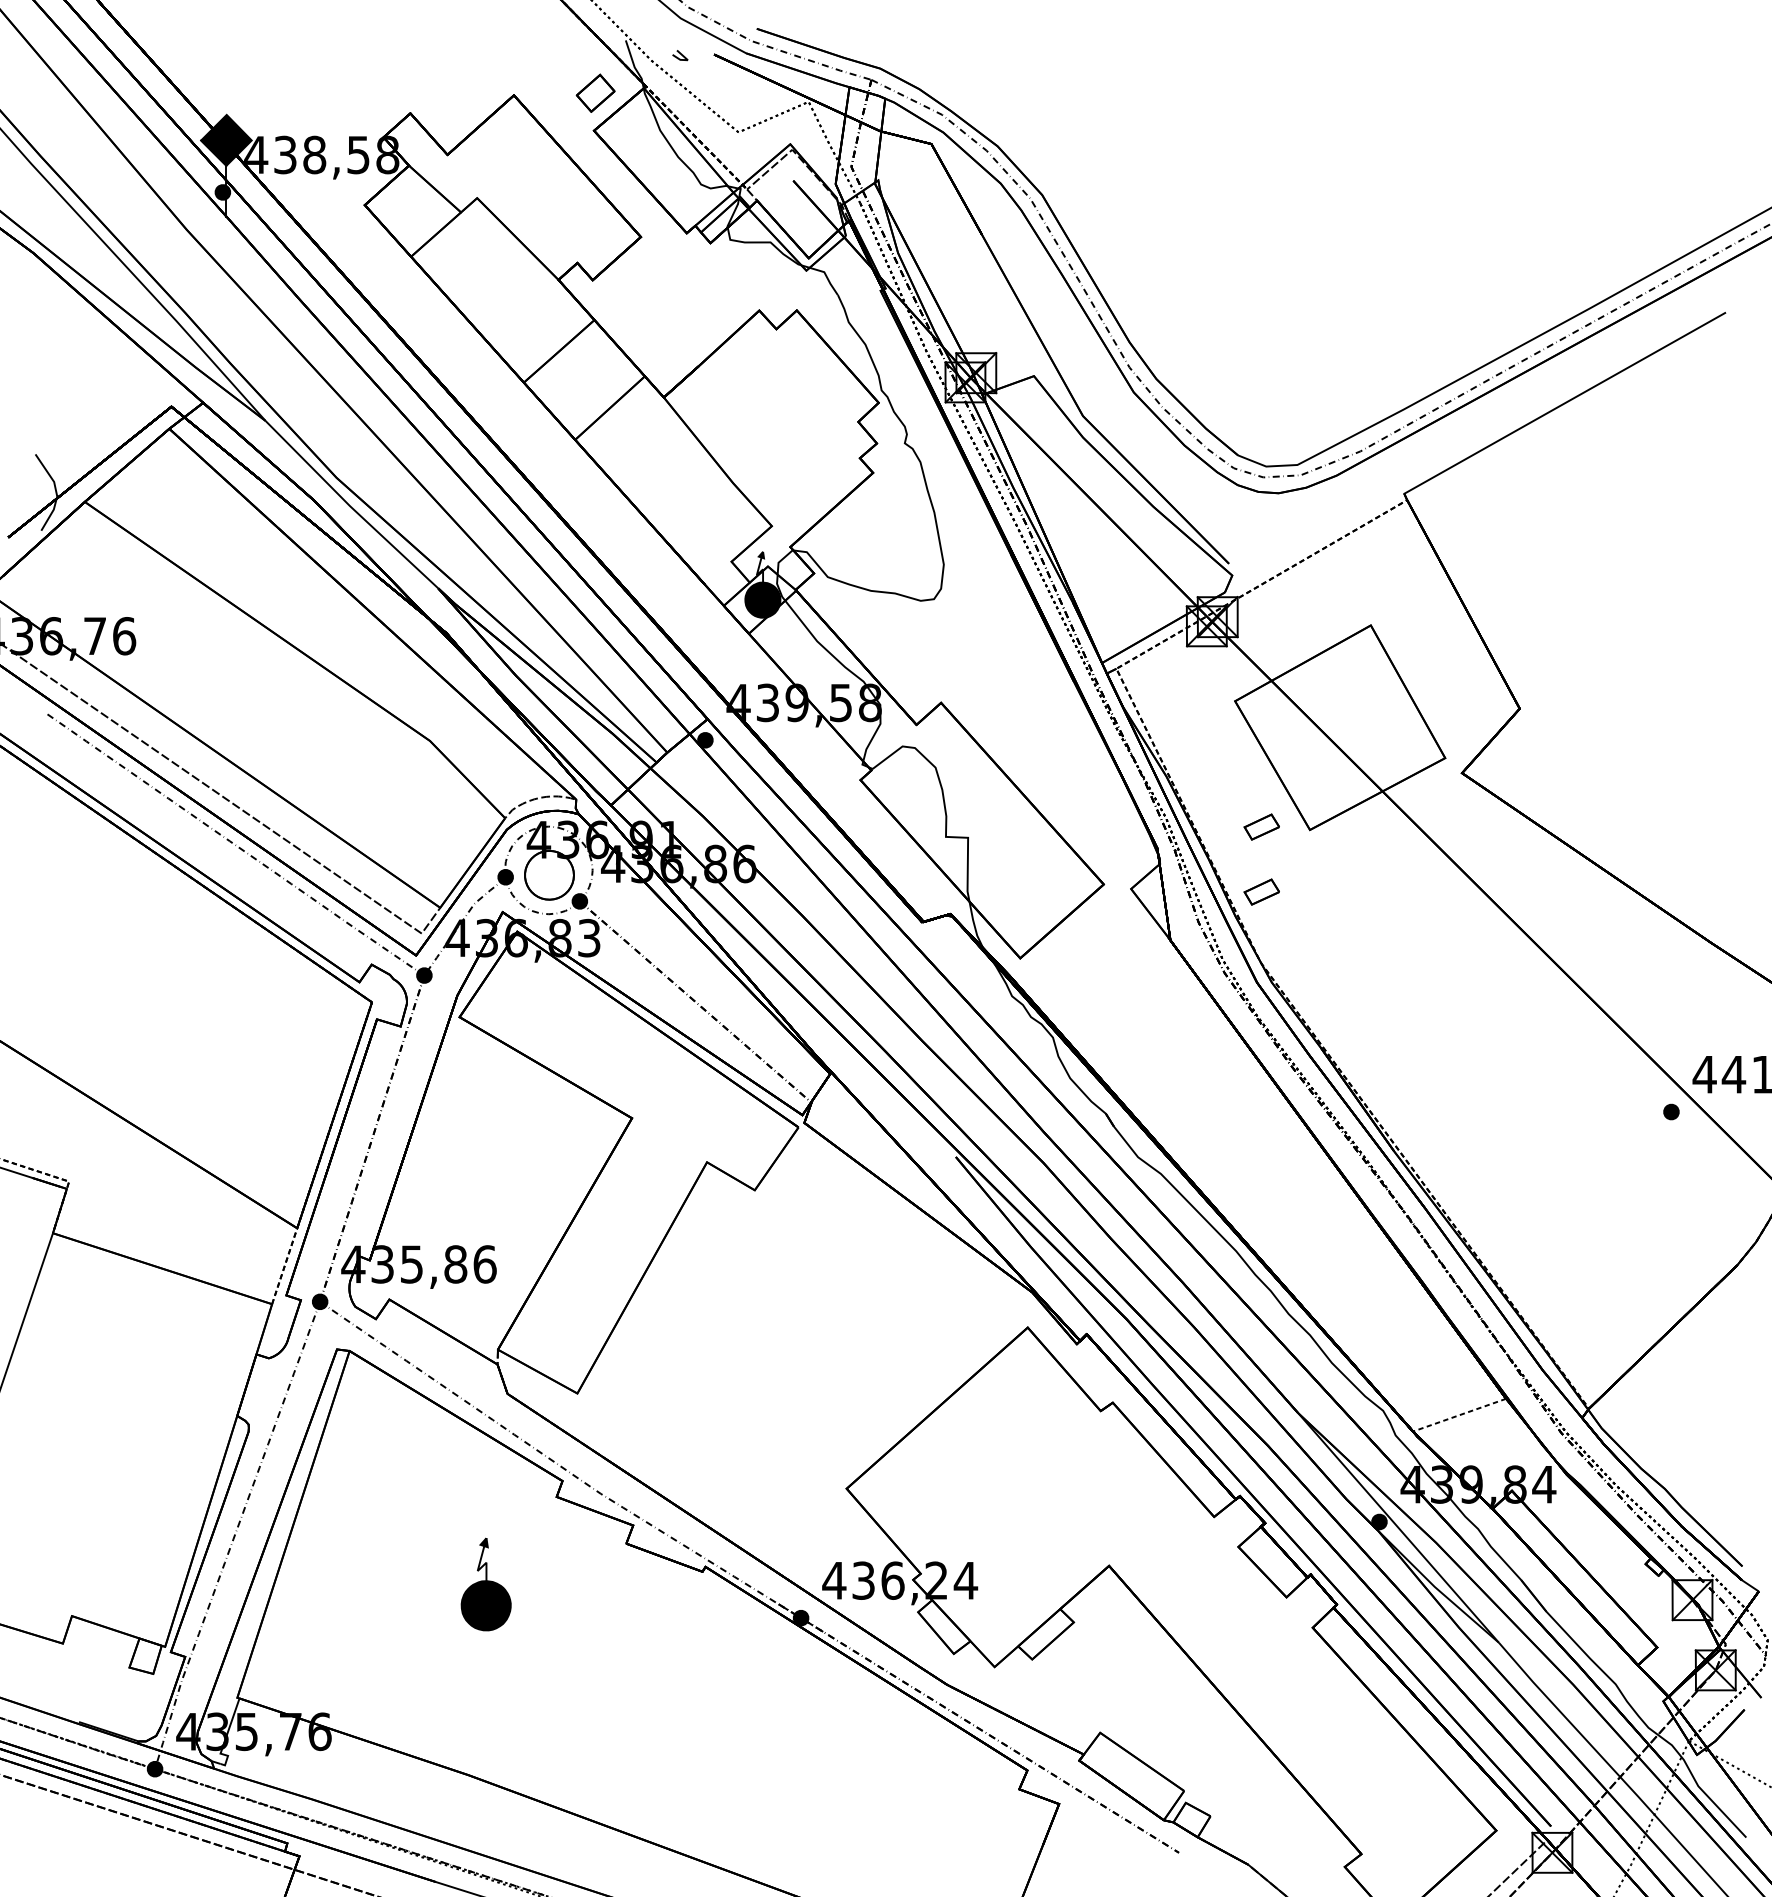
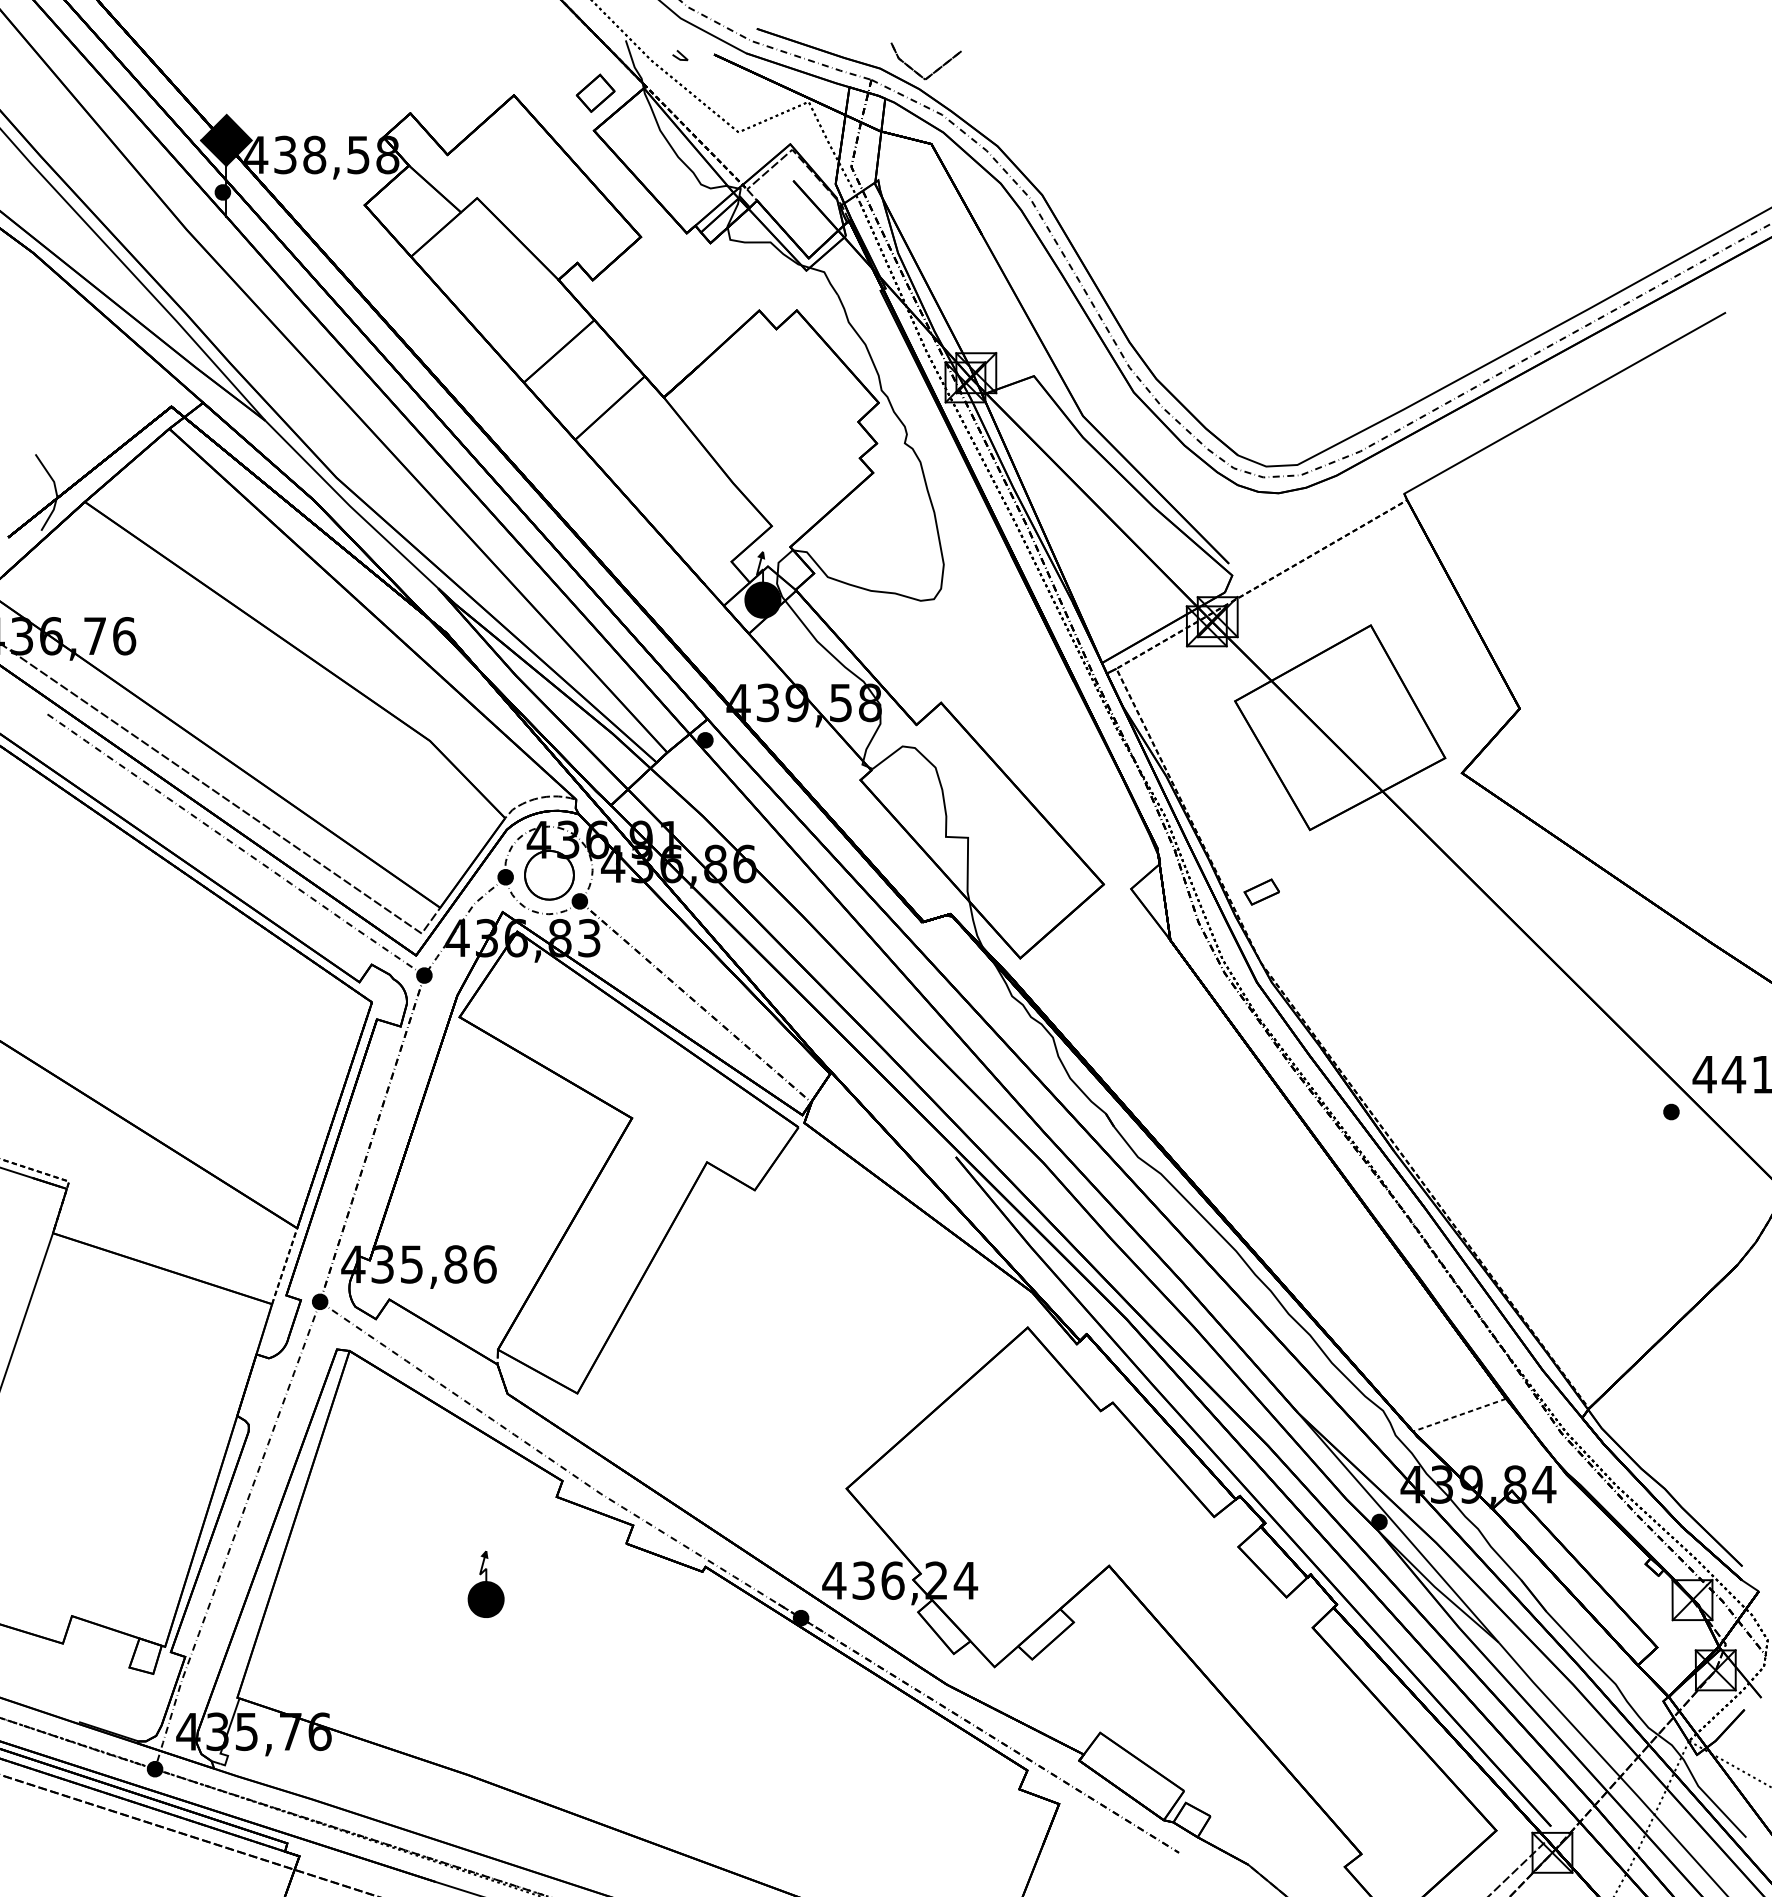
part at (918, 72): none -> present
part at (1261, 826): present -> none
part at (485, 1584) size: 52x95 px -> 38x68 px
